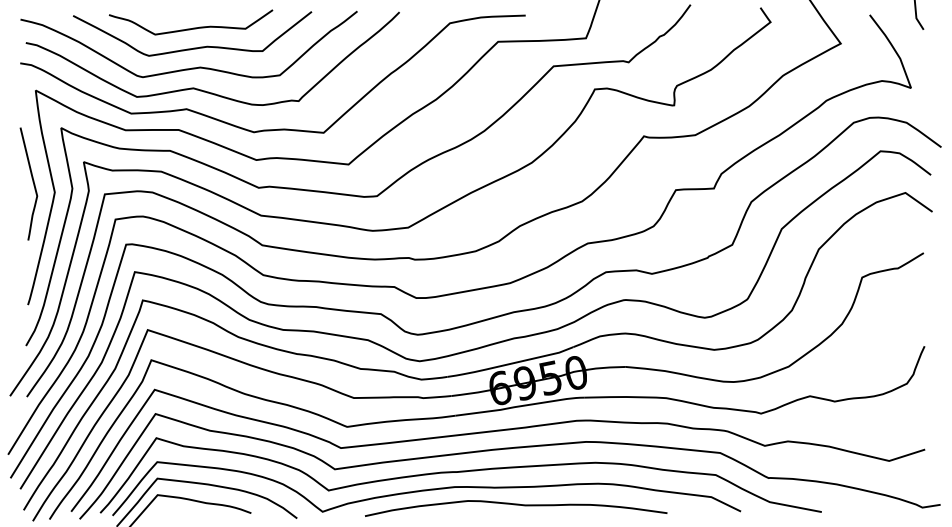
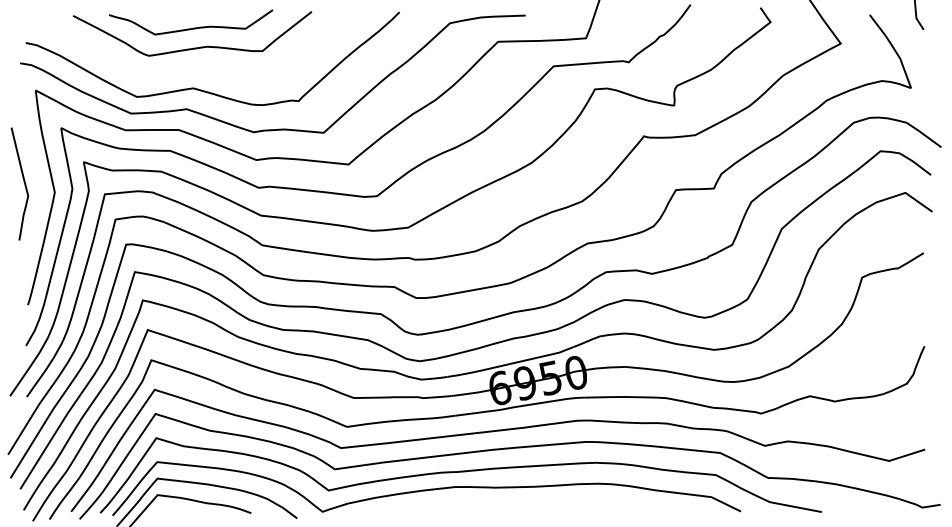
curve at (192, 67): present -> none
curve at (32, 182) position: (32, 182) -> (23, 182)
curve at (516, 505): present -> none
